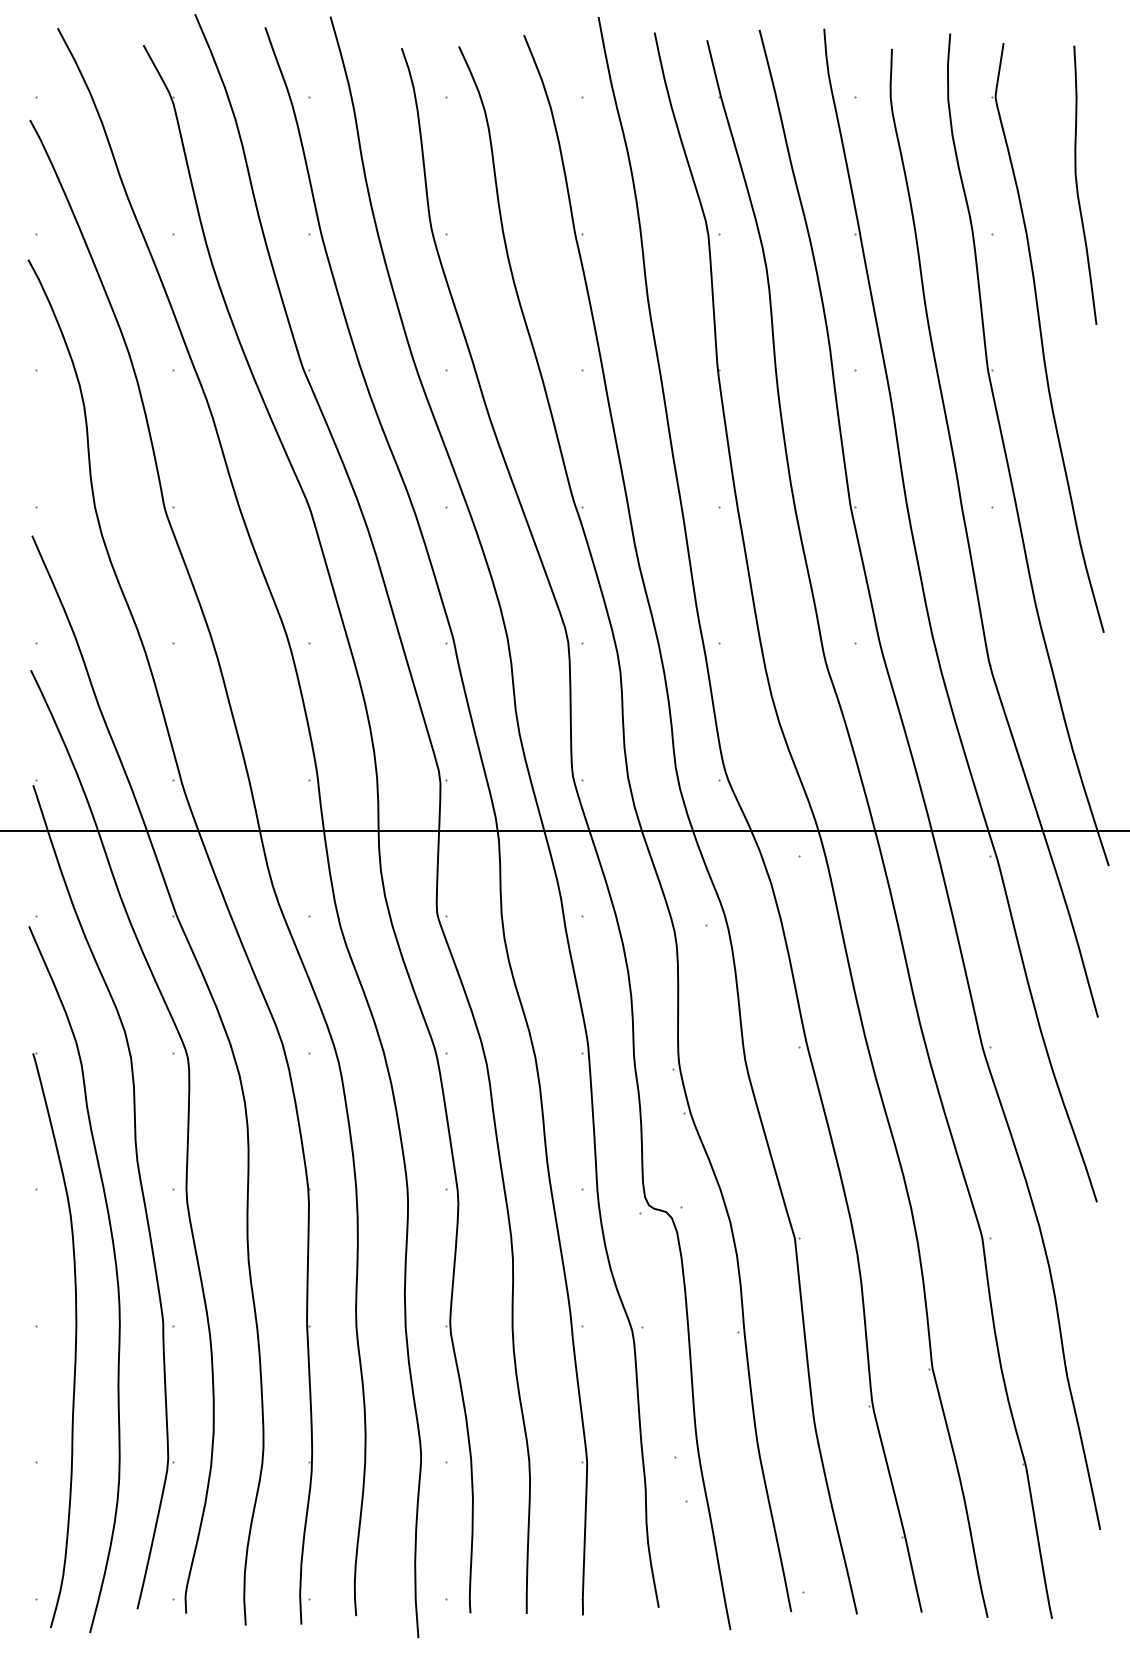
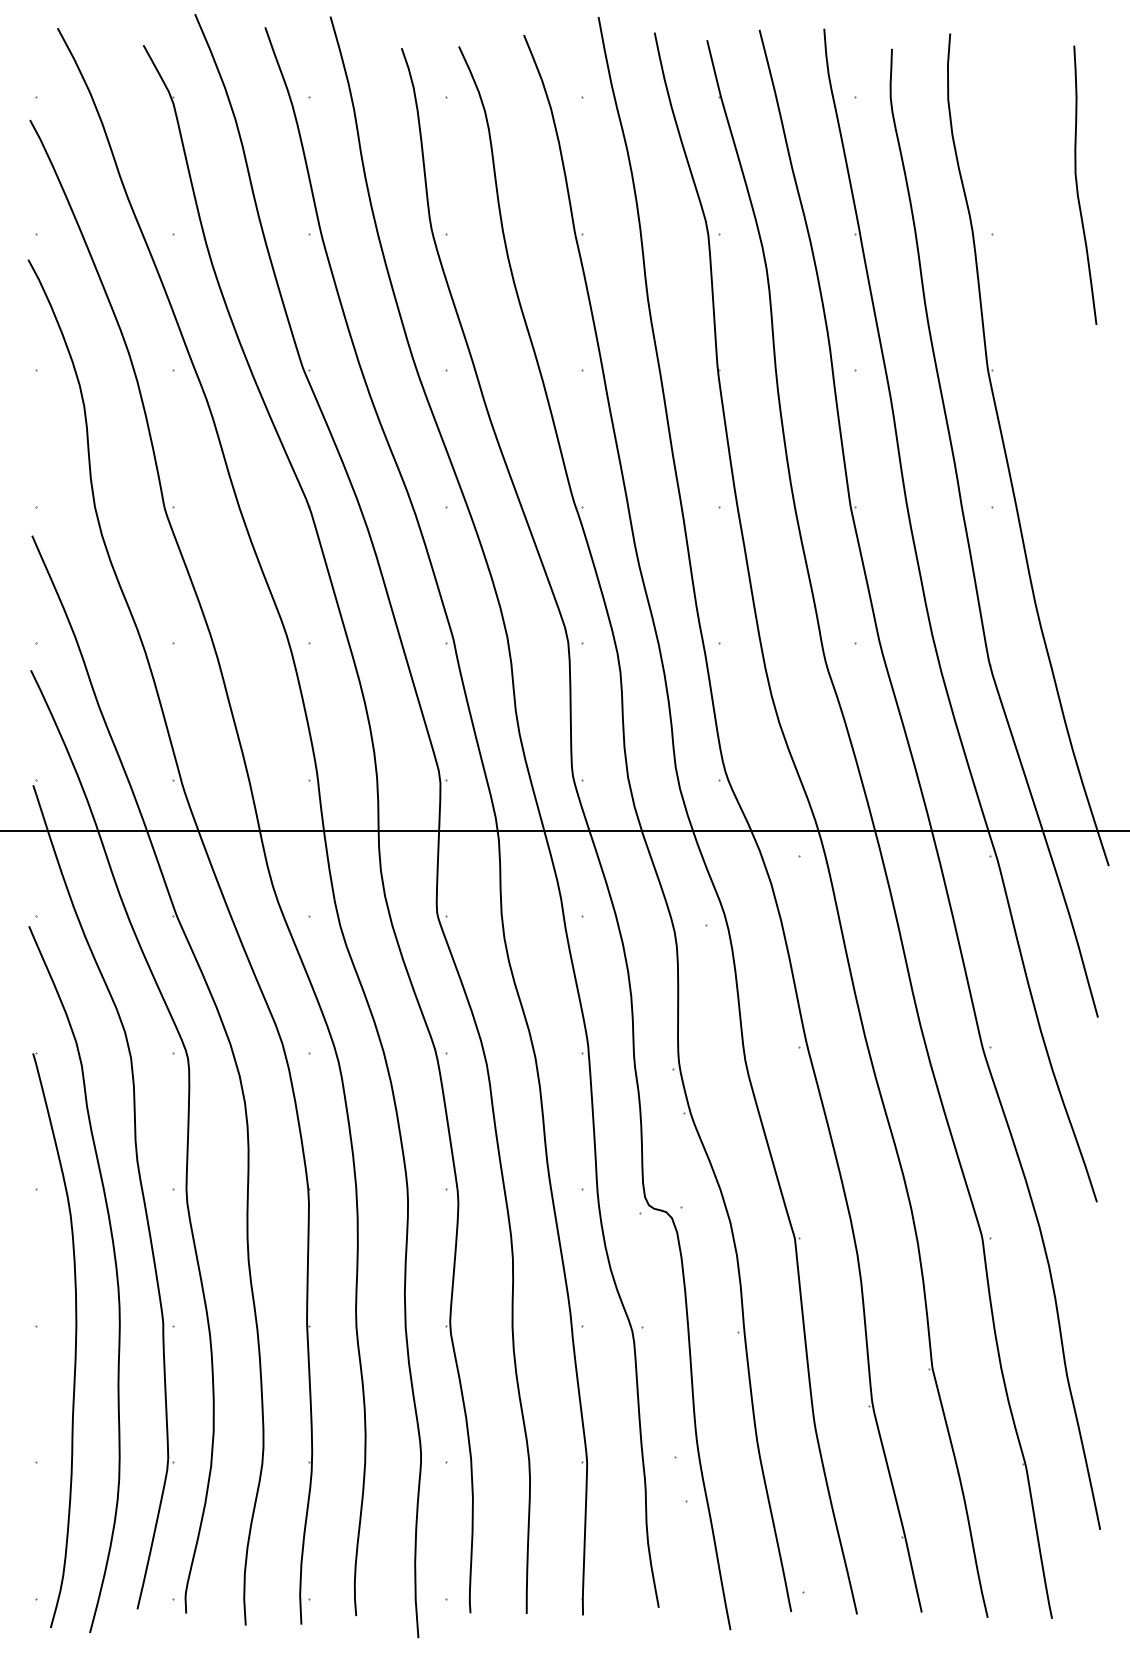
part at (1047, 337): present -> none
